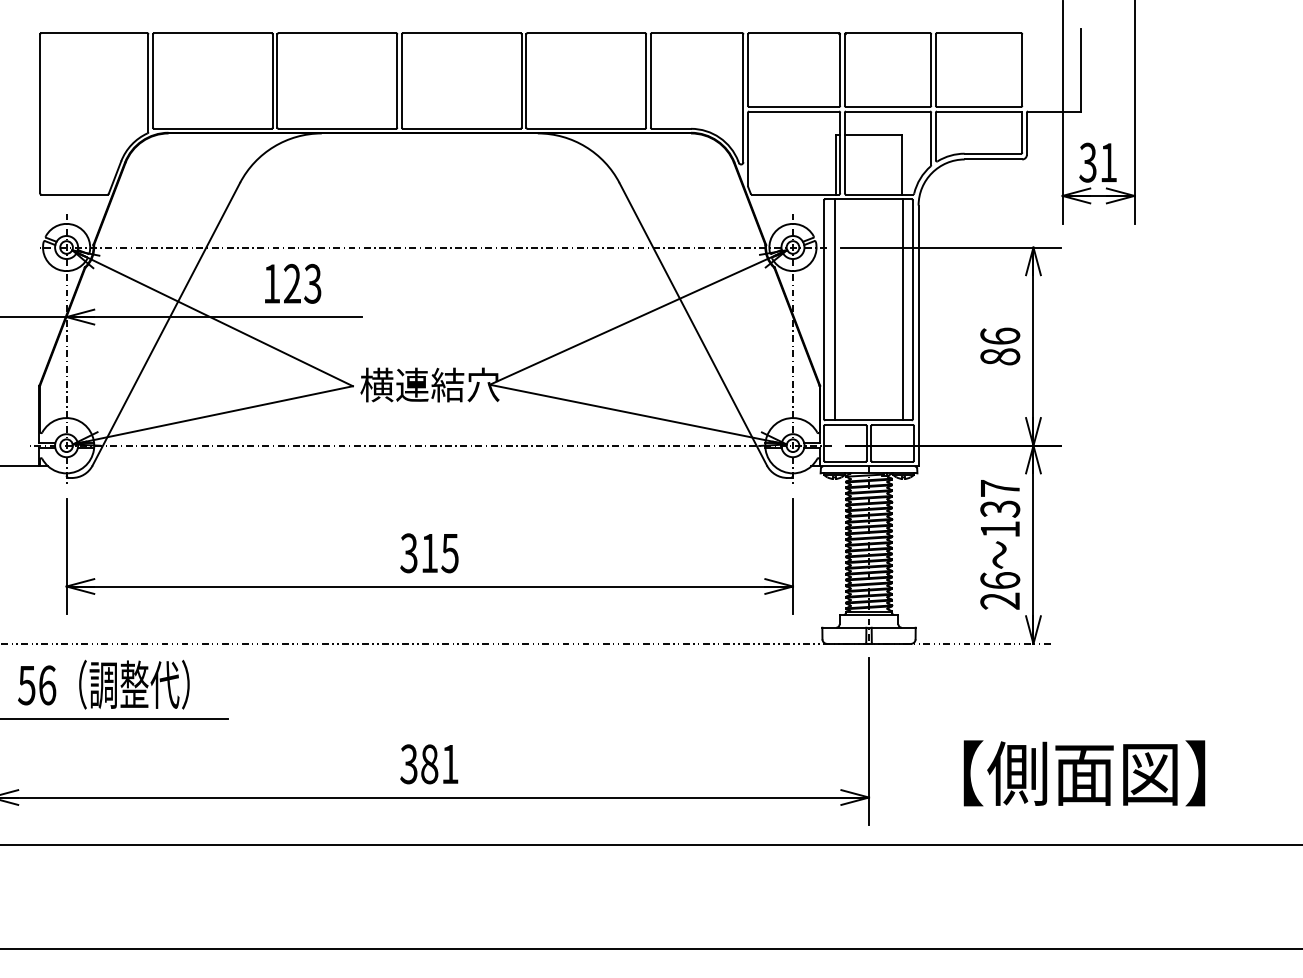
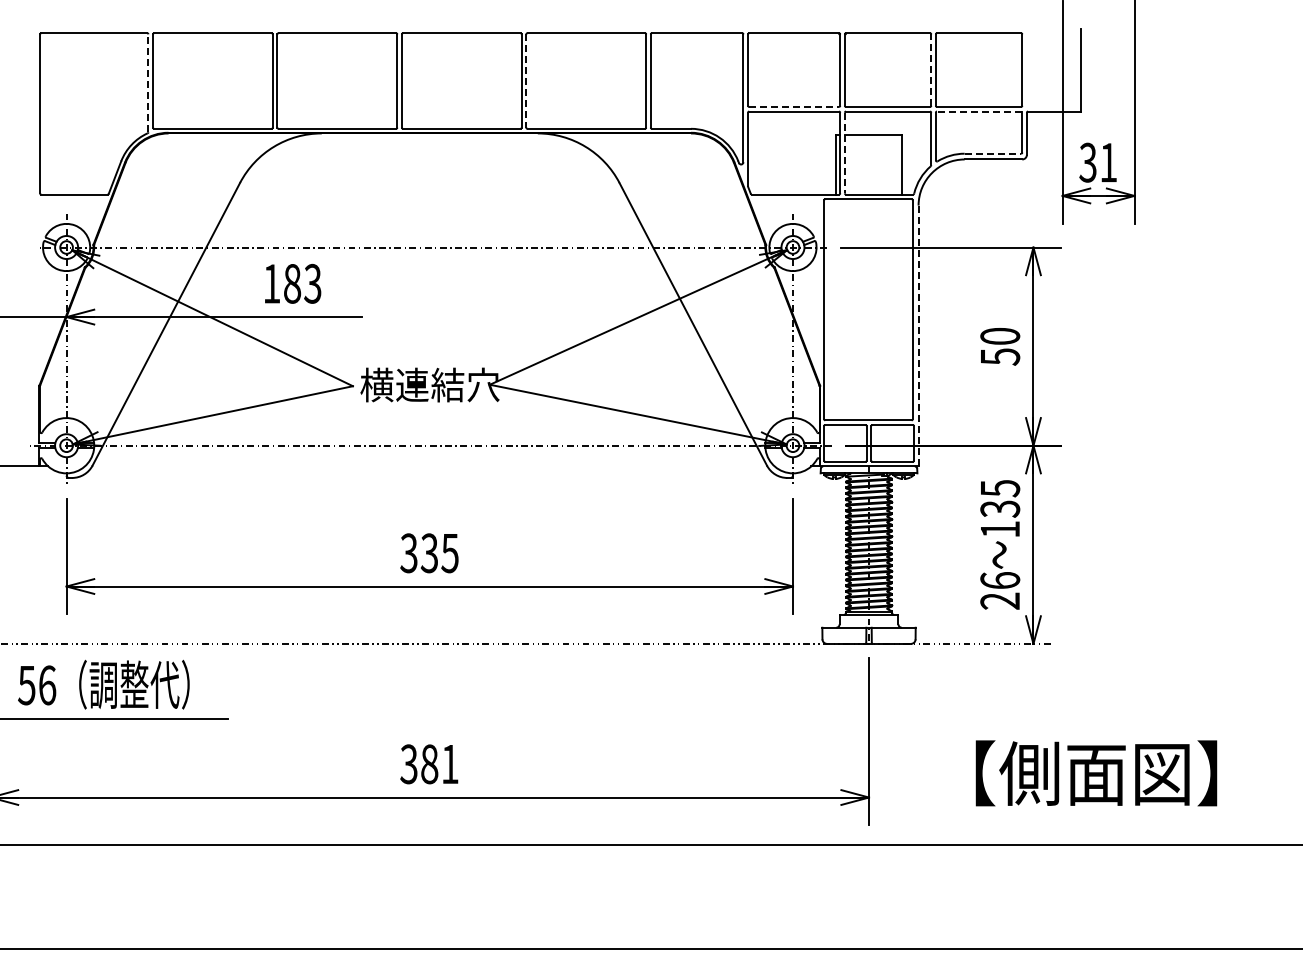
line at (931, 70): solid -> dashed
line at (526, 81): solid -> dashed
line at (148, 83): solid -> dashed
line at (794, 106): solid -> dashed
line at (979, 111): solid -> dashed
line at (844, 153): solid -> dashed
line at (993, 153): solid -> dashed
text at (292, 283): 123 -> 183
line at (834, 309): present -> none
line at (903, 309): present -> none
line at (918, 335): solid -> dashed
text at (1000, 346): 86 -> 50
text at (1000, 488): 137 -> 135
text at (428, 553): 315 -> 335
text at (1084, 773) position: (1084, 773) -> (1096, 773)
